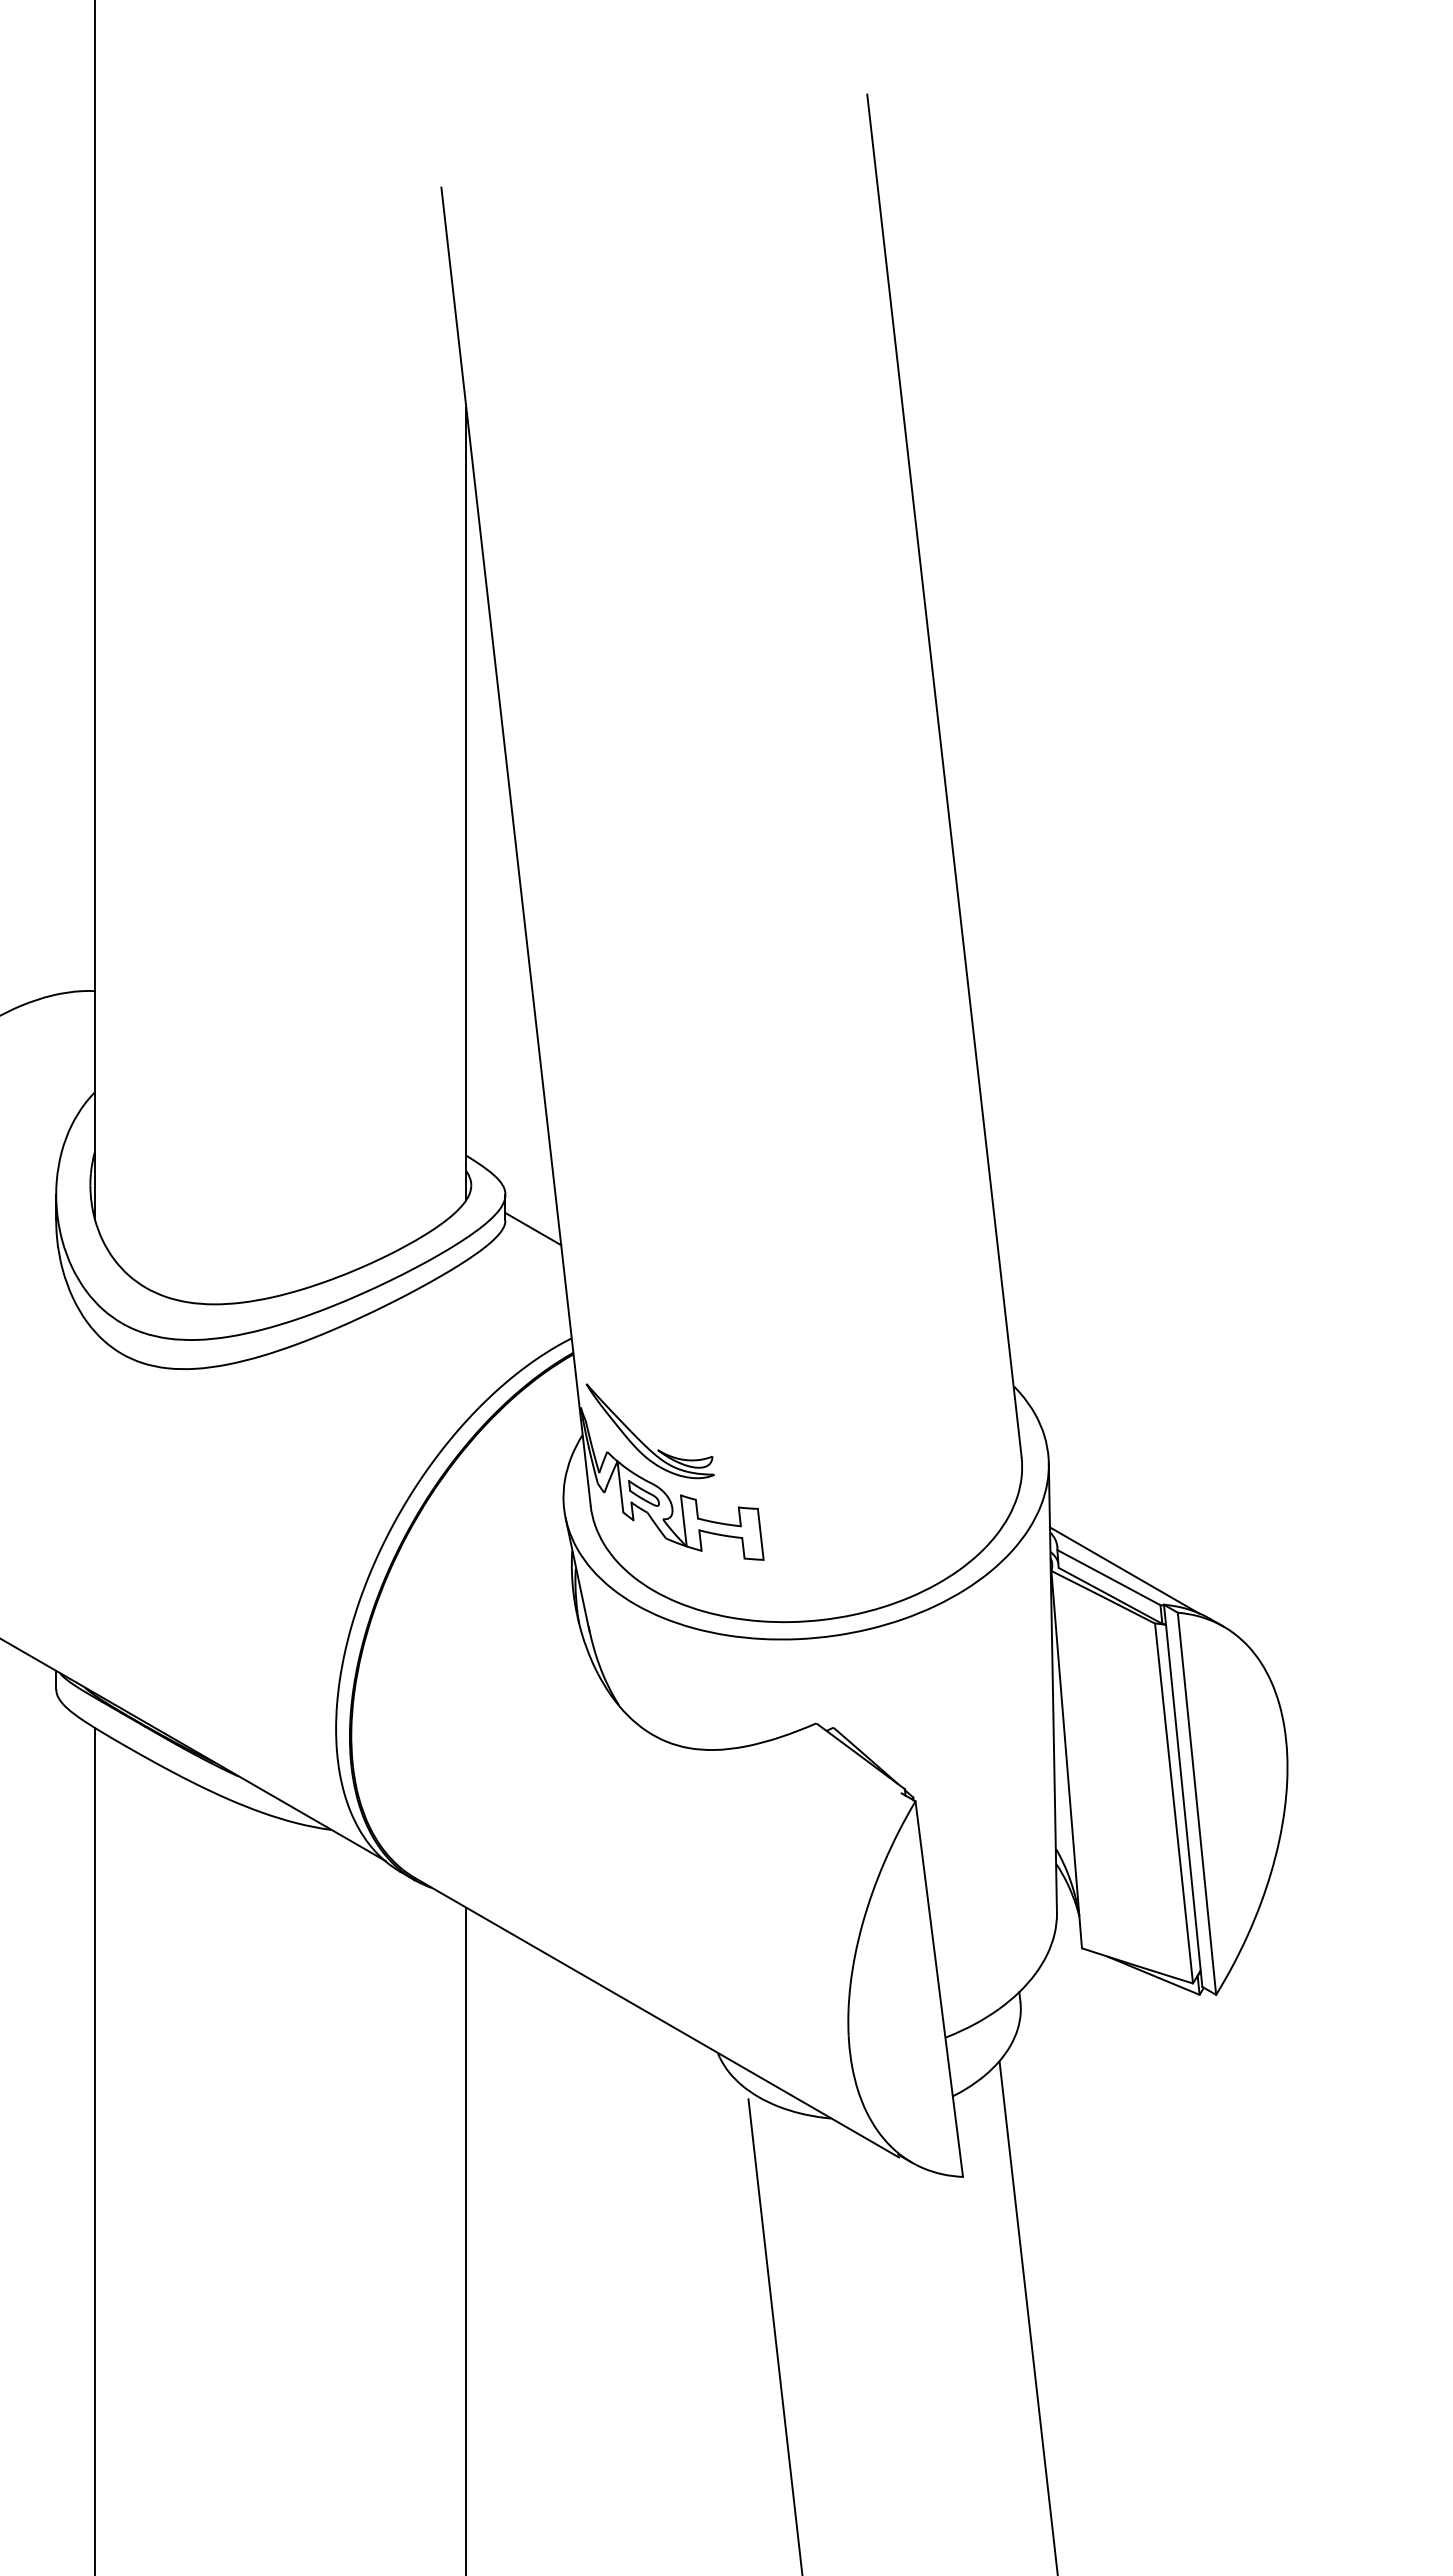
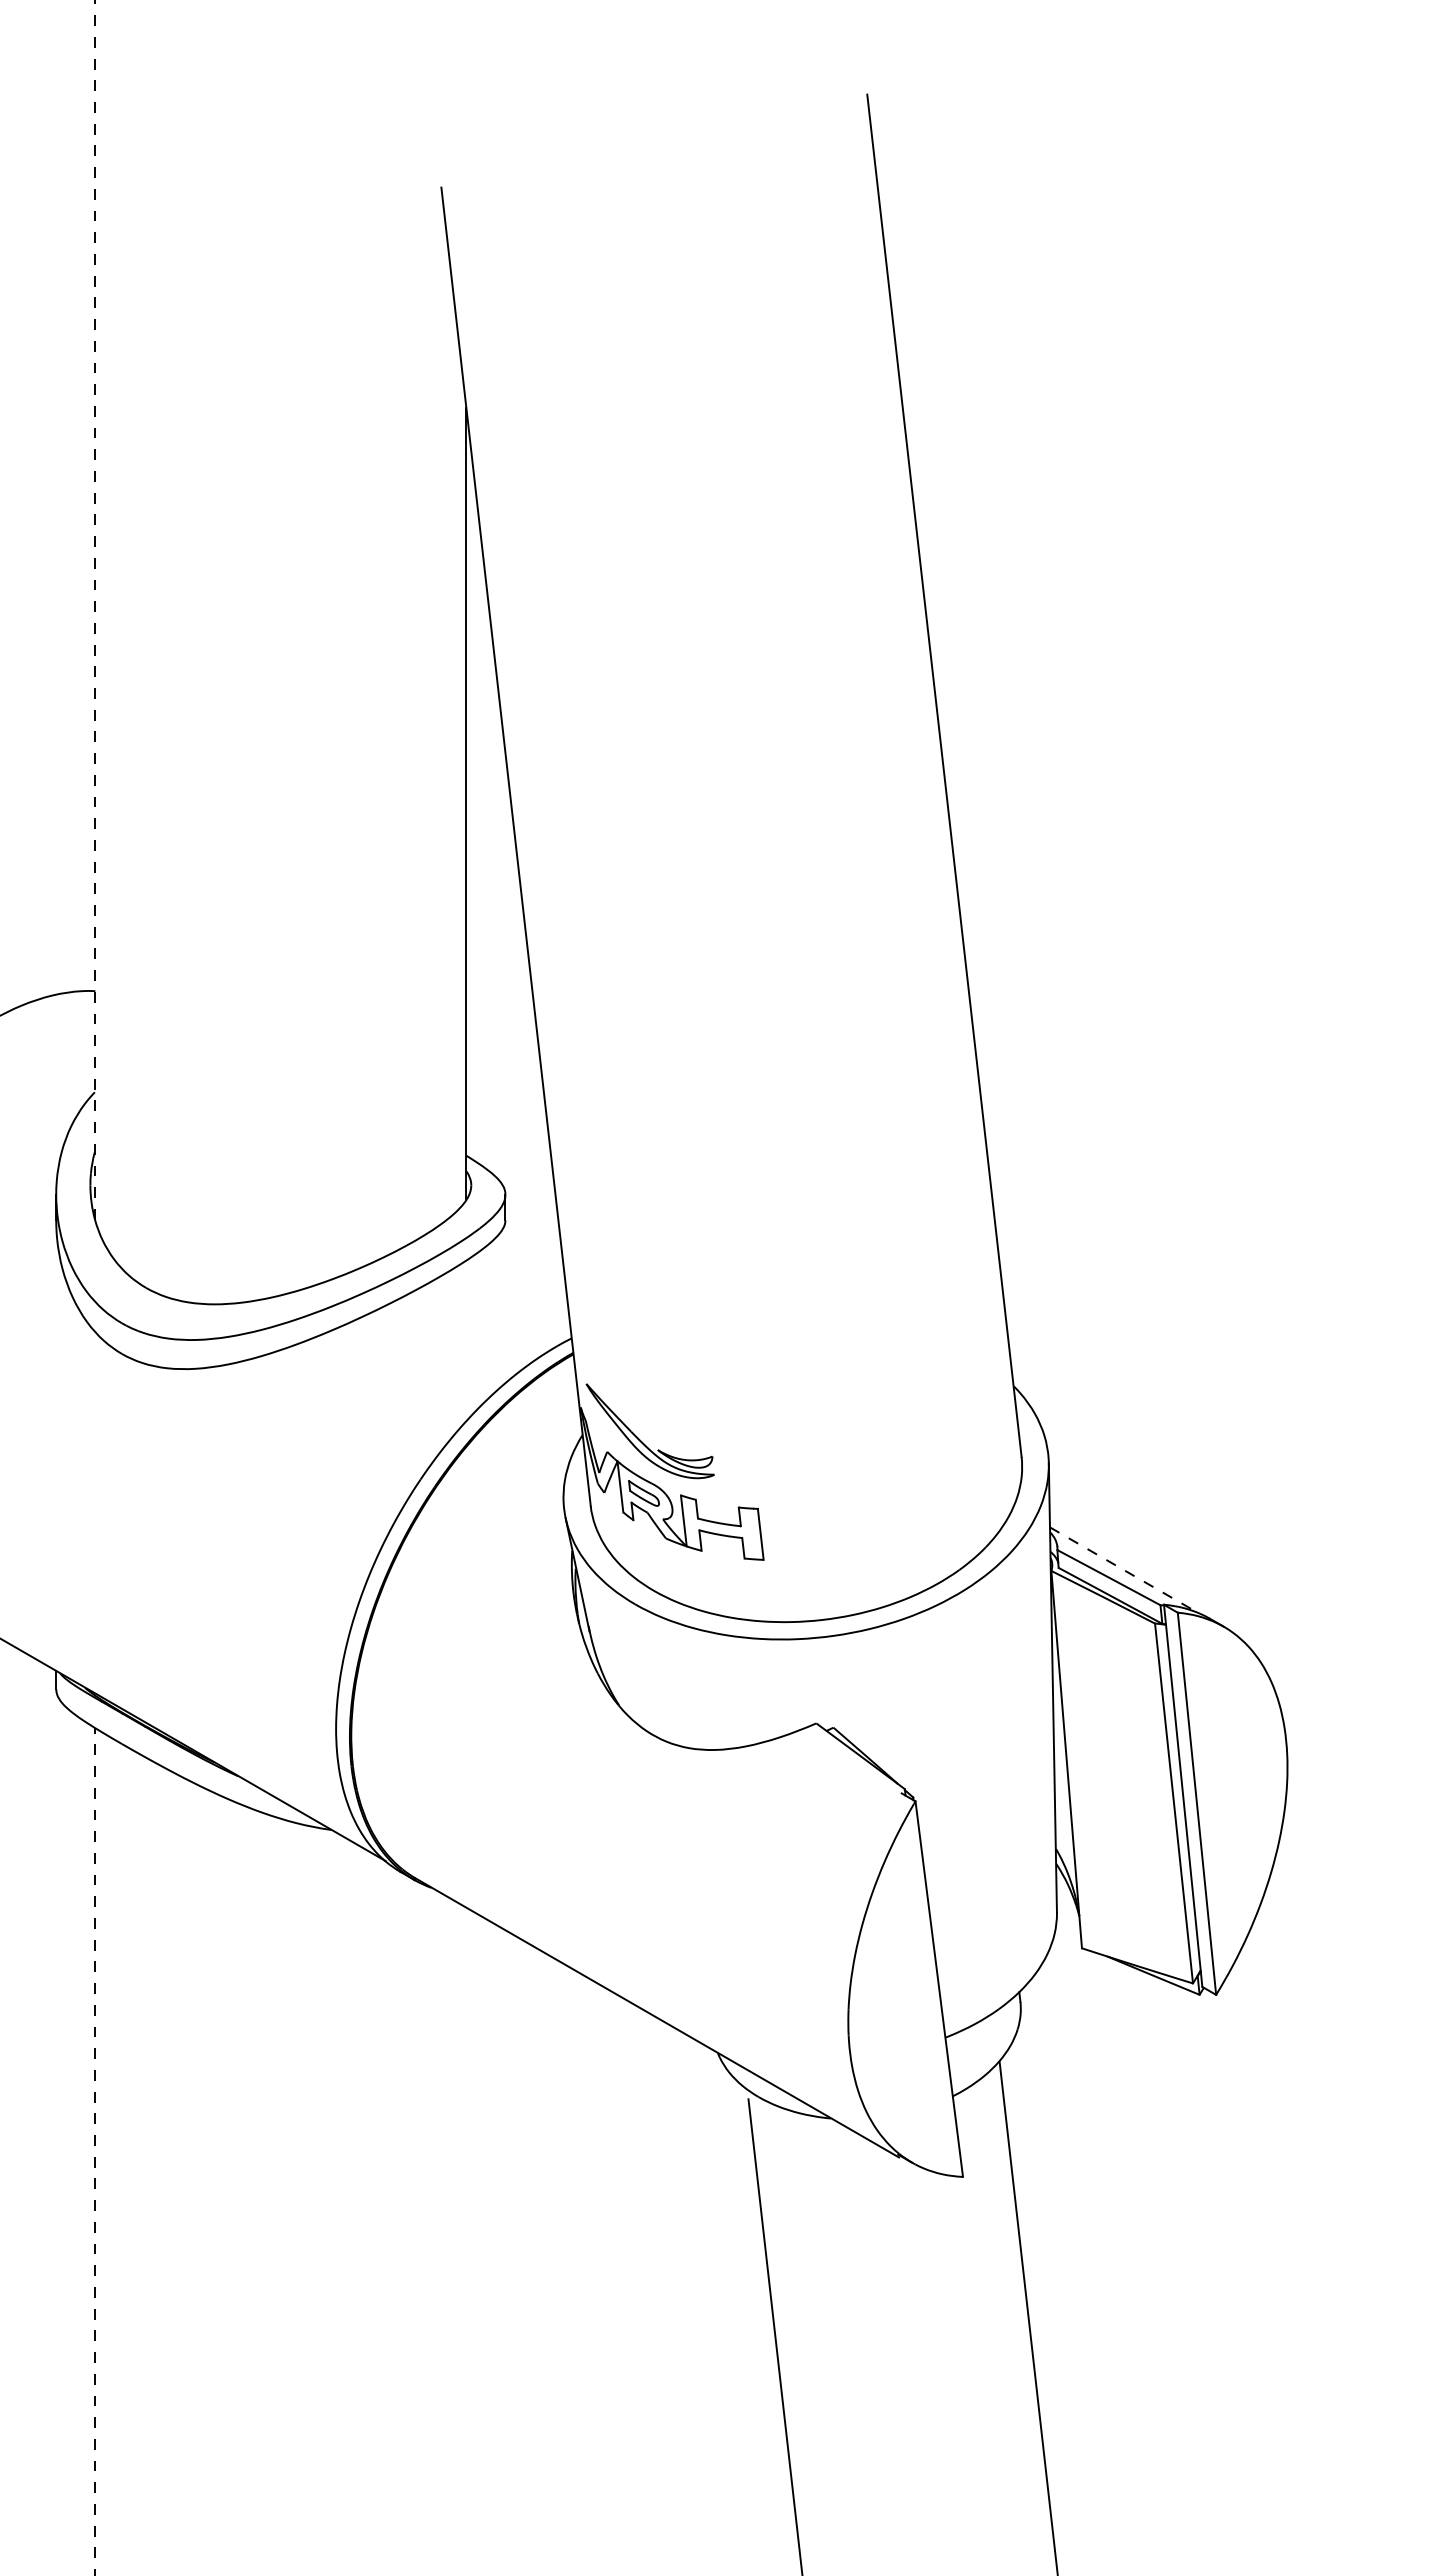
line at (95, 609): solid -> dashed
line at (533, 1229): present -> none
line at (1124, 1570): solid -> dashed
line at (95, 2151): solid -> dashed
line at (466, 2239): present -> none
